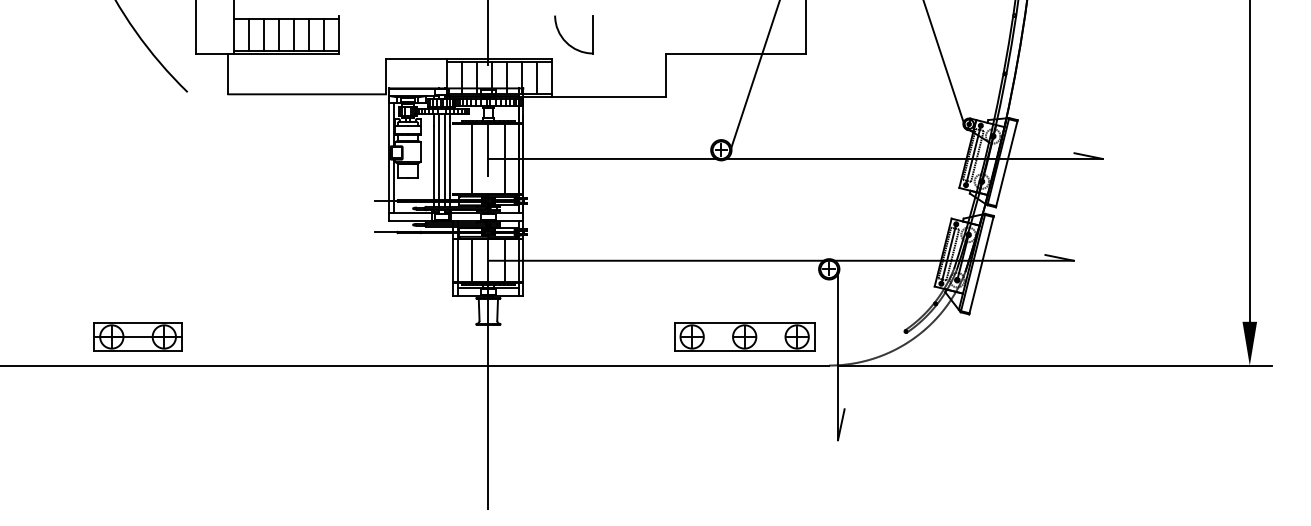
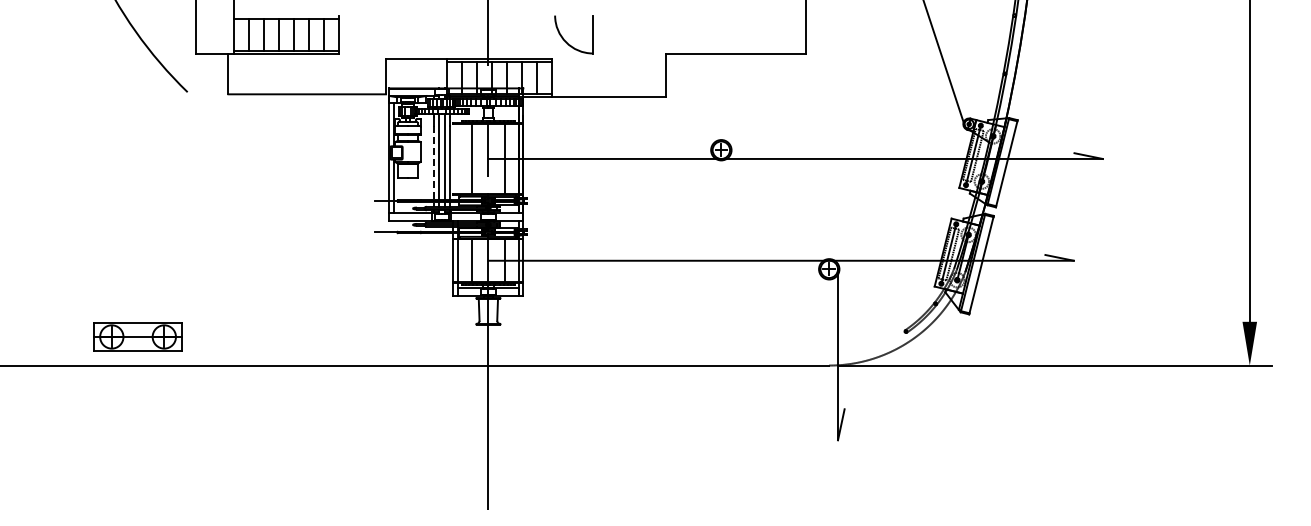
line at (754, 77): present -> none
line at (433, 166): solid -> dashed
part at (744, 336): present -> none
